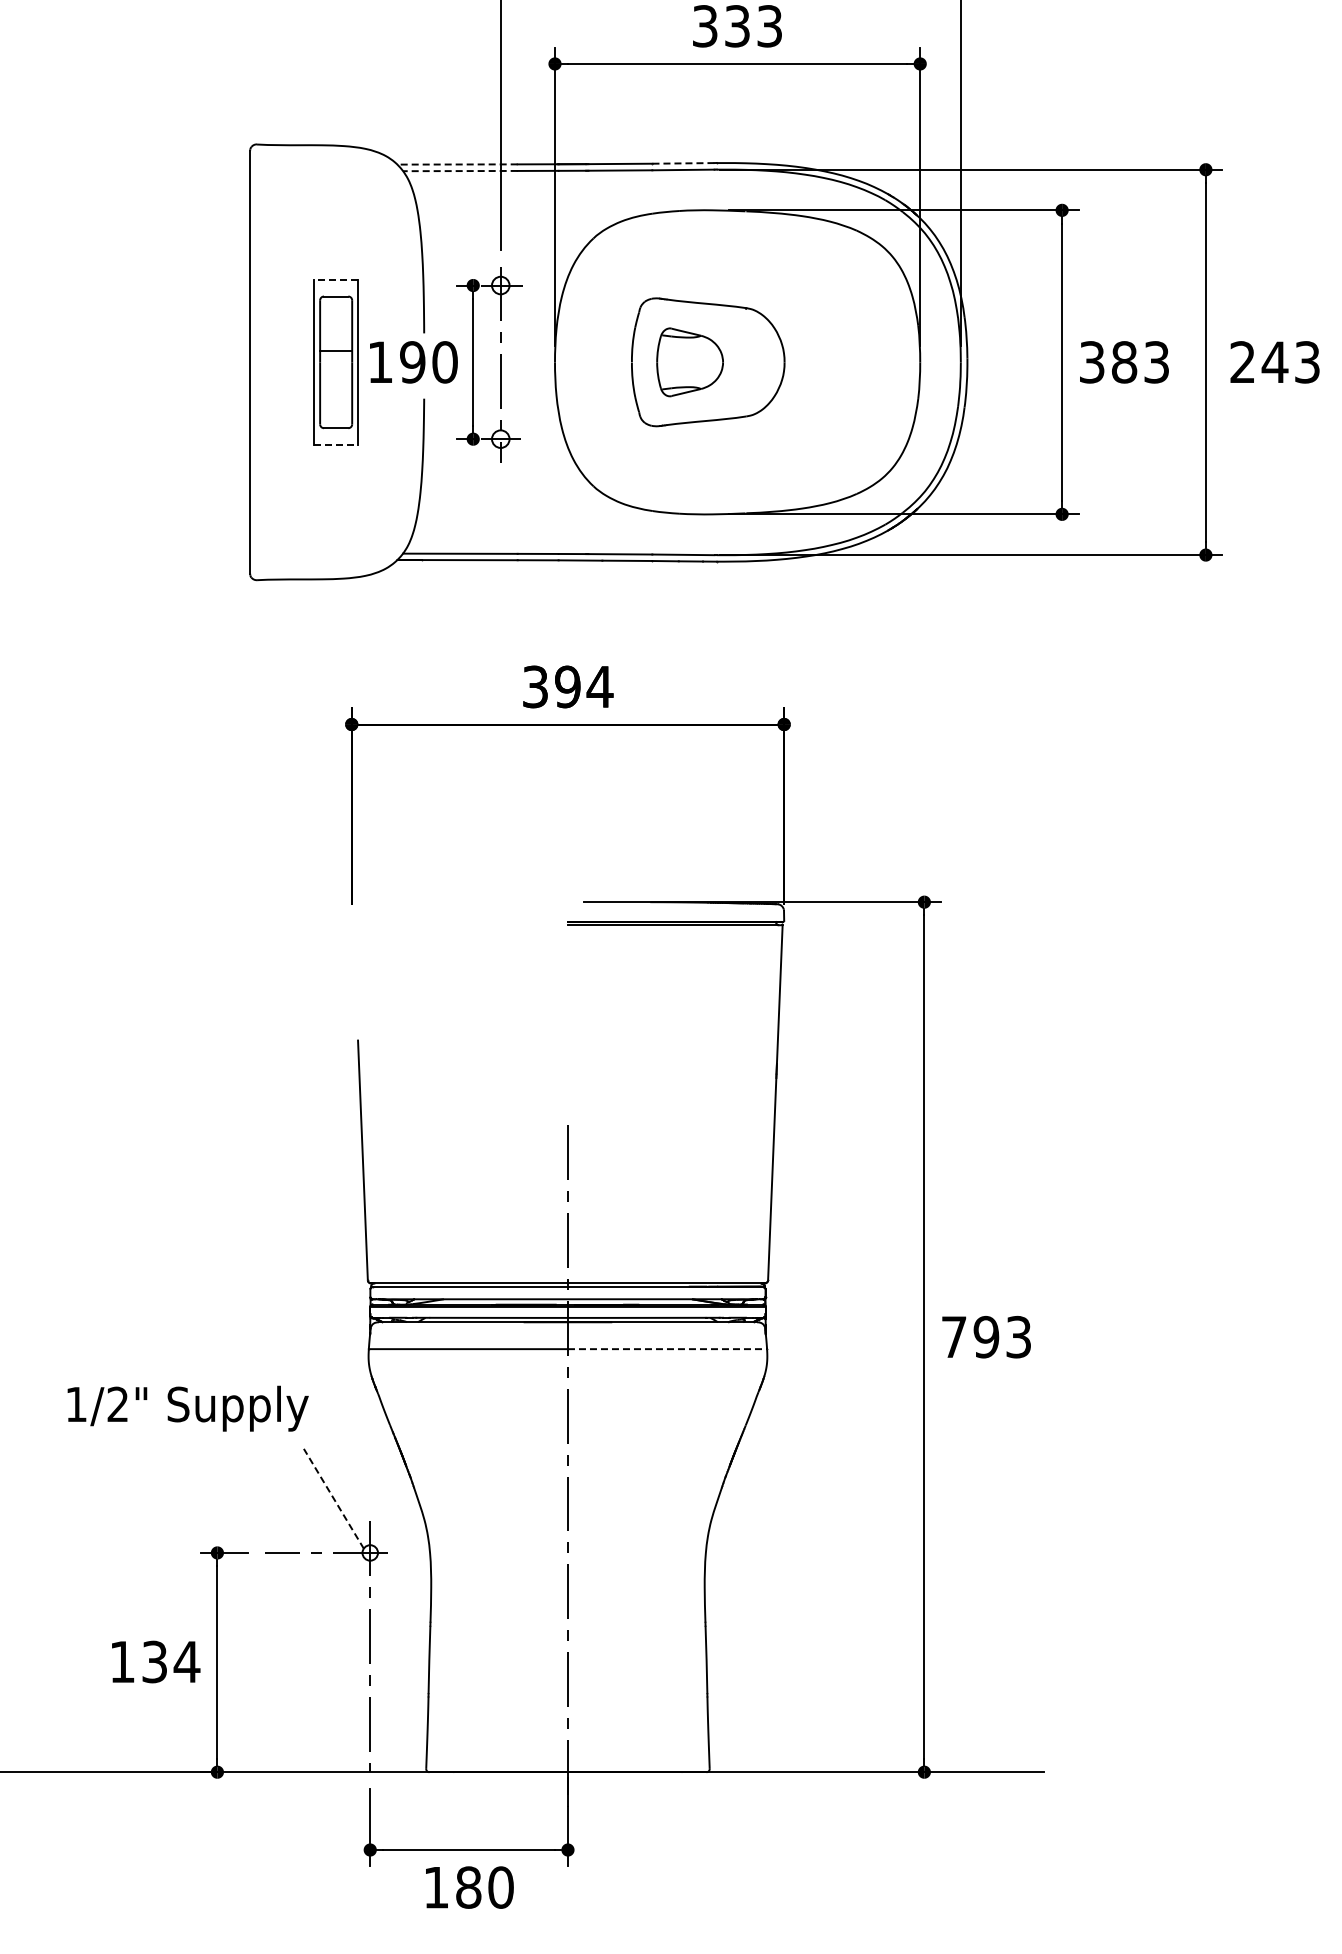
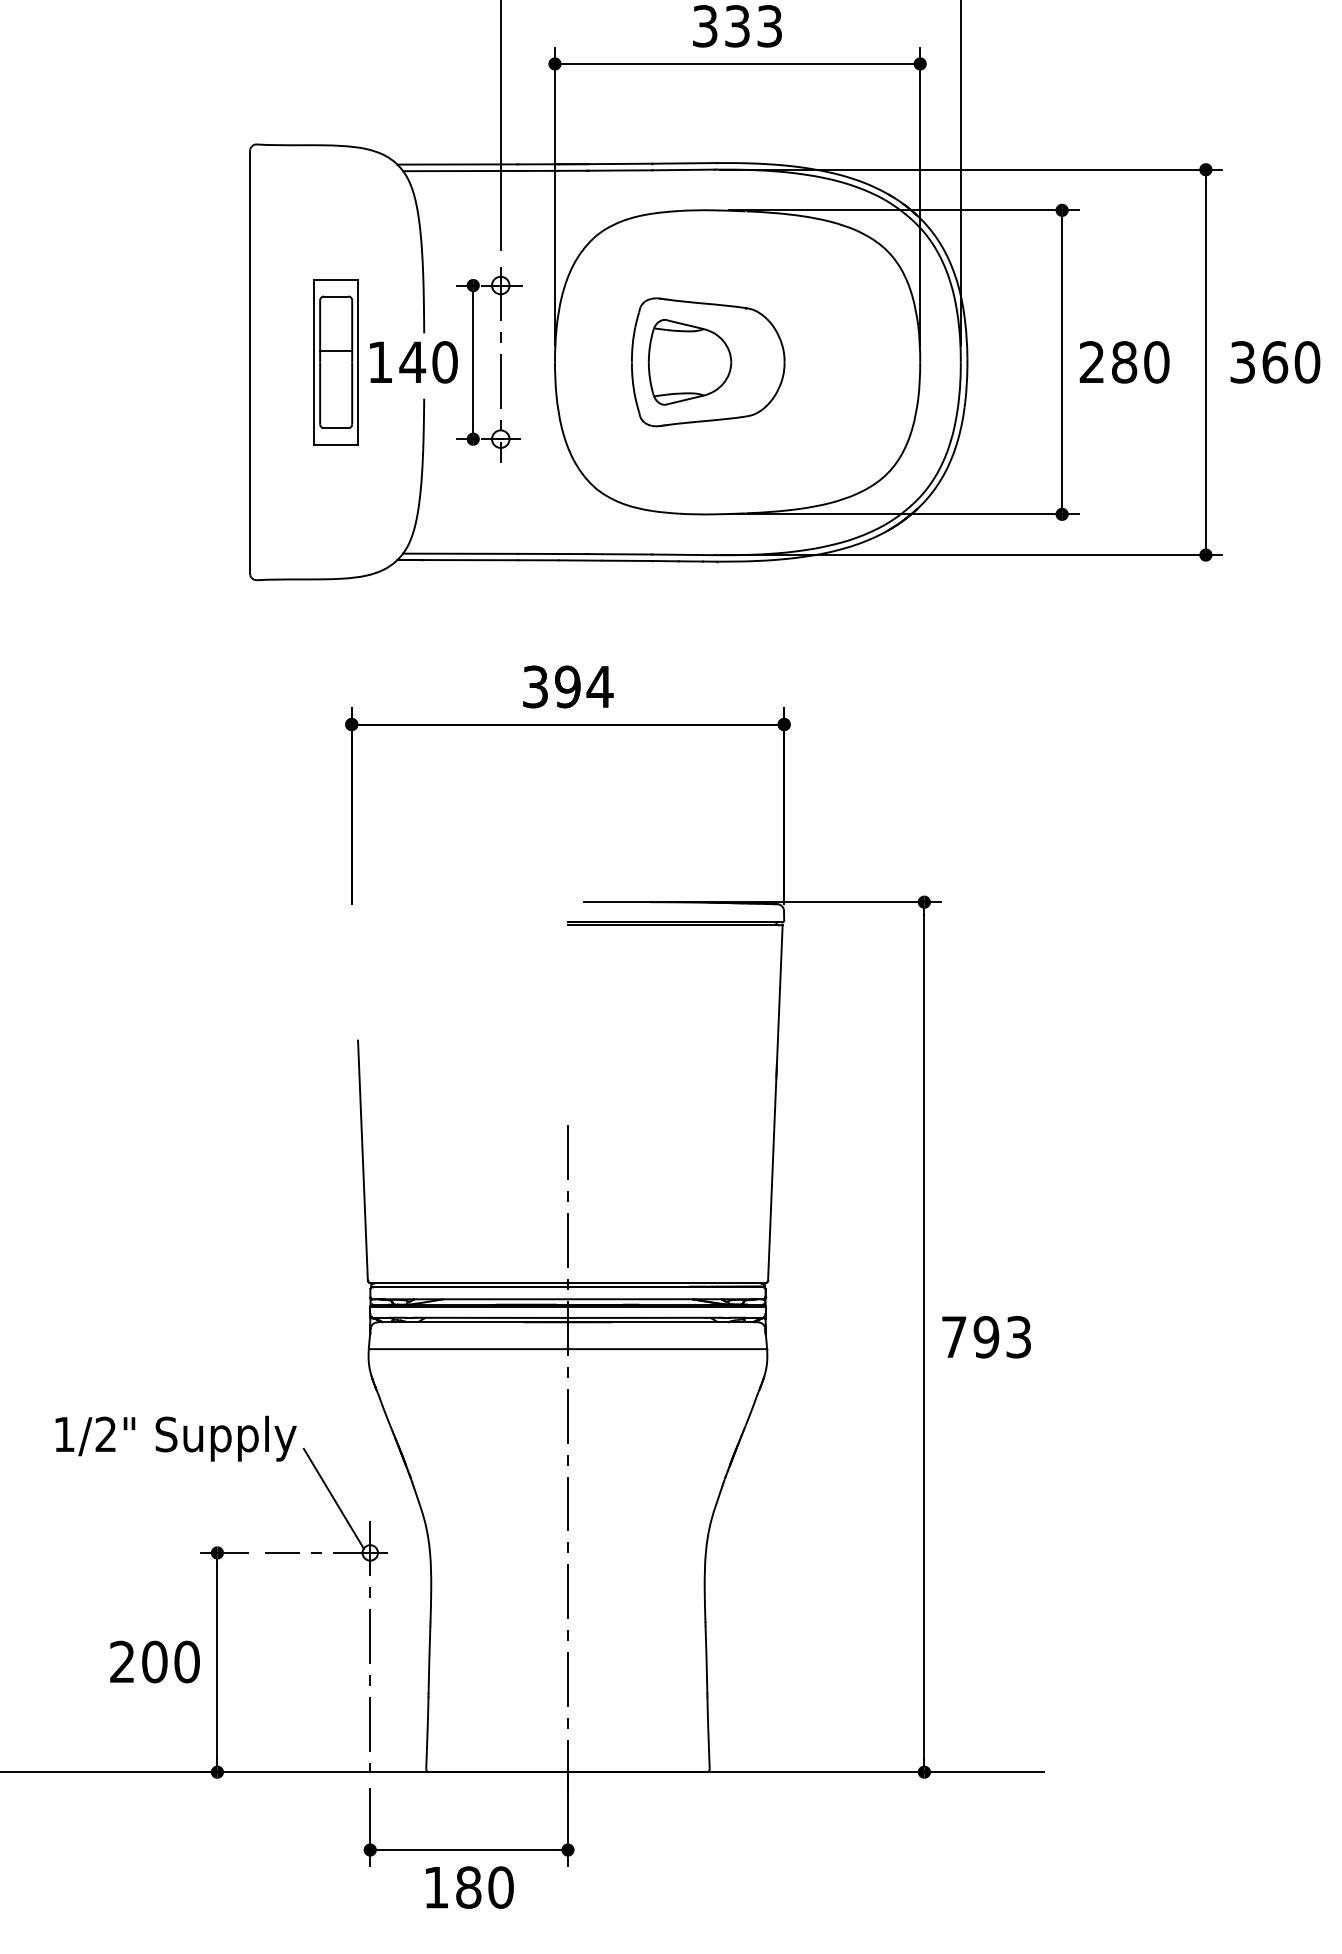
line at (682, 163): dashed -> solid
line at (457, 164): dashed -> solid
line at (459, 171): dashed -> solid
line at (336, 280): dashed -> solid
text at (412, 362): 190 -> 140
part at (689, 362) size: 68x71 px -> 85x87 px
text at (1124, 362): 383 -> 280
text at (1275, 362): 243 -> 360
line at (336, 444): dashed -> solid
line at (667, 1349): dashed -> solid
text at (187, 1408) position: (187, 1408) -> (175, 1438)
line at (333, 1498): dashed -> solid
text at (155, 1661): 134 -> 200
